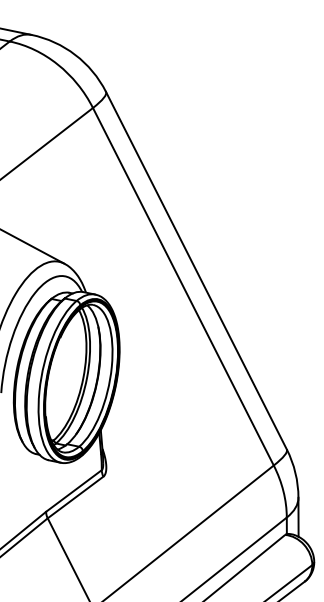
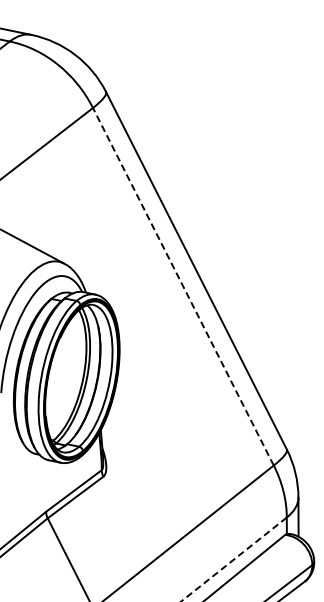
line at (183, 286): solid -> dashed
line at (233, 559): solid -> dashed
